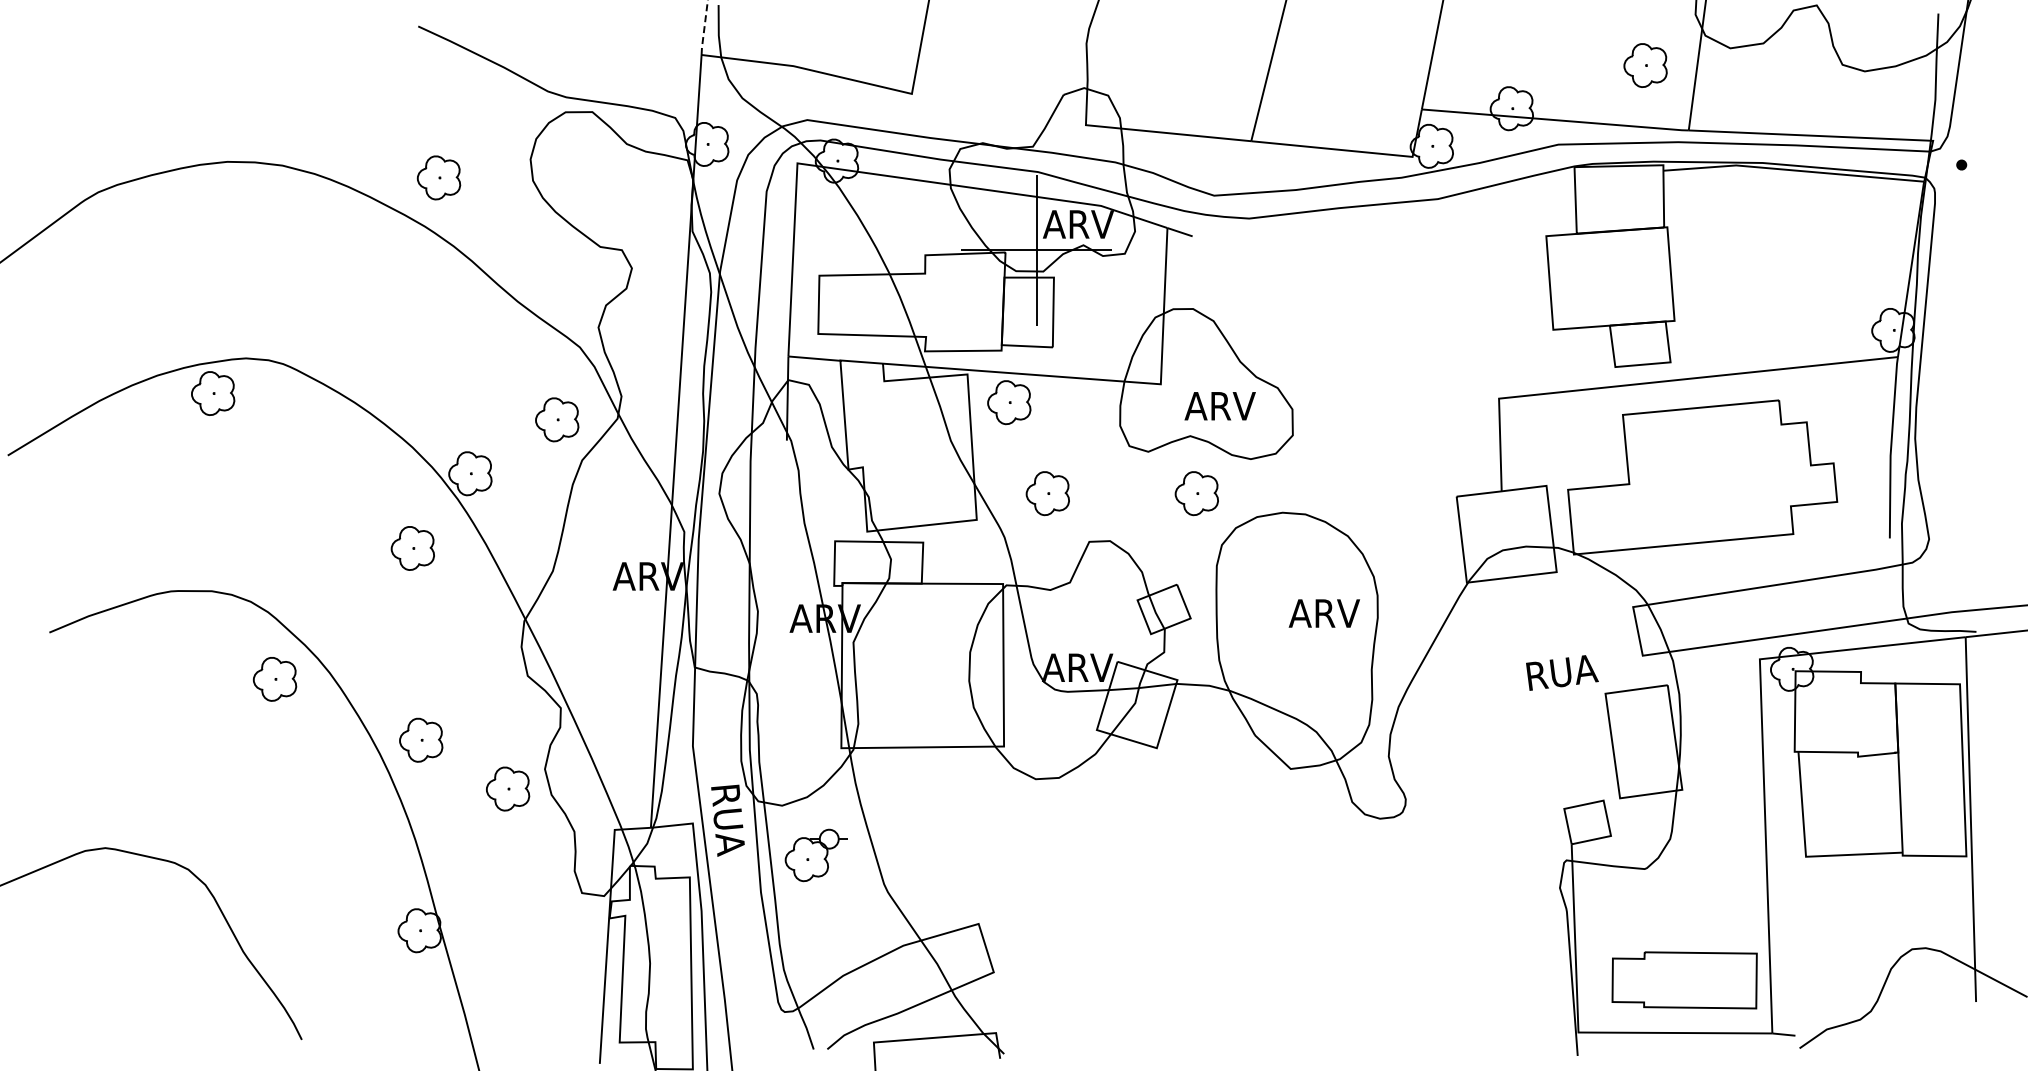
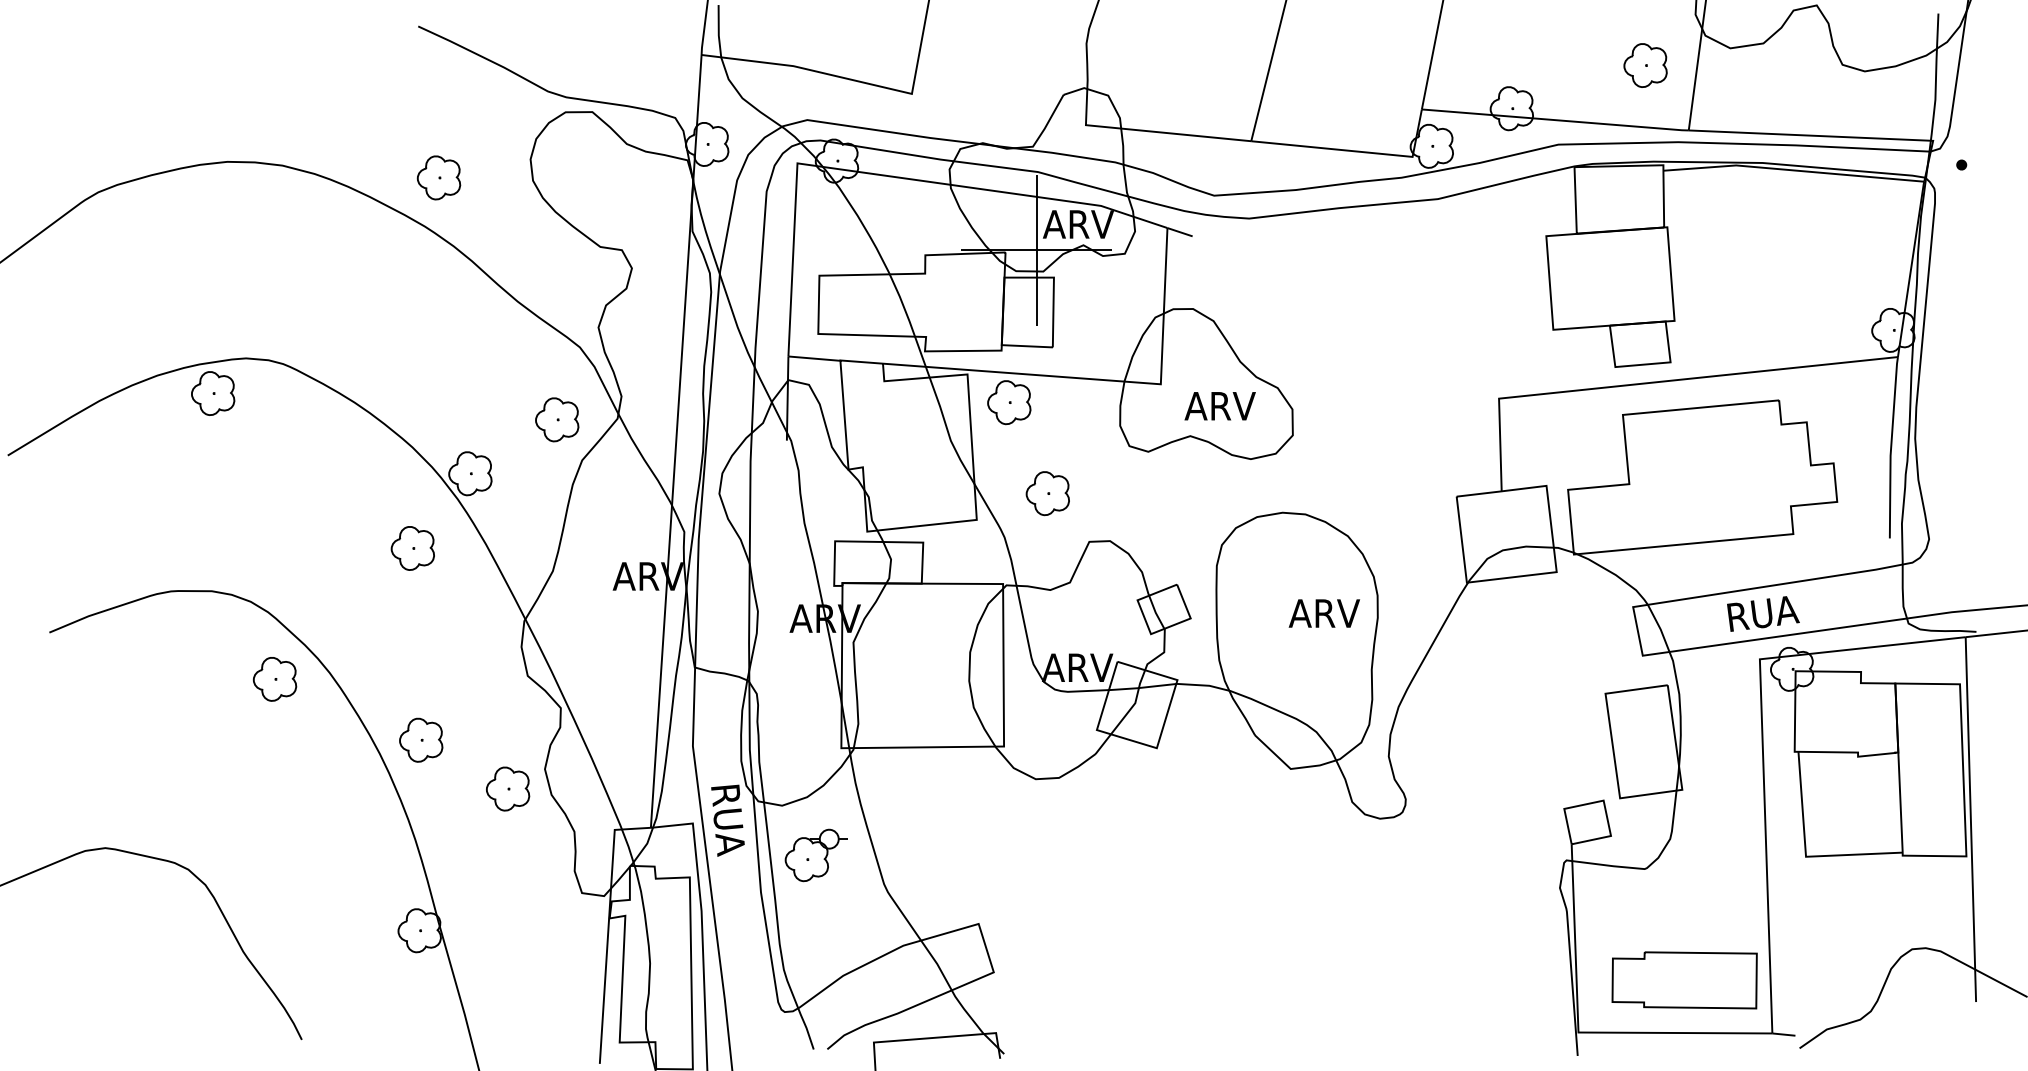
line at (704, 28): dashed -> solid
part at (1196, 493): present -> none
text at (1562, 672) position: (1562, 672) -> (1763, 613)
